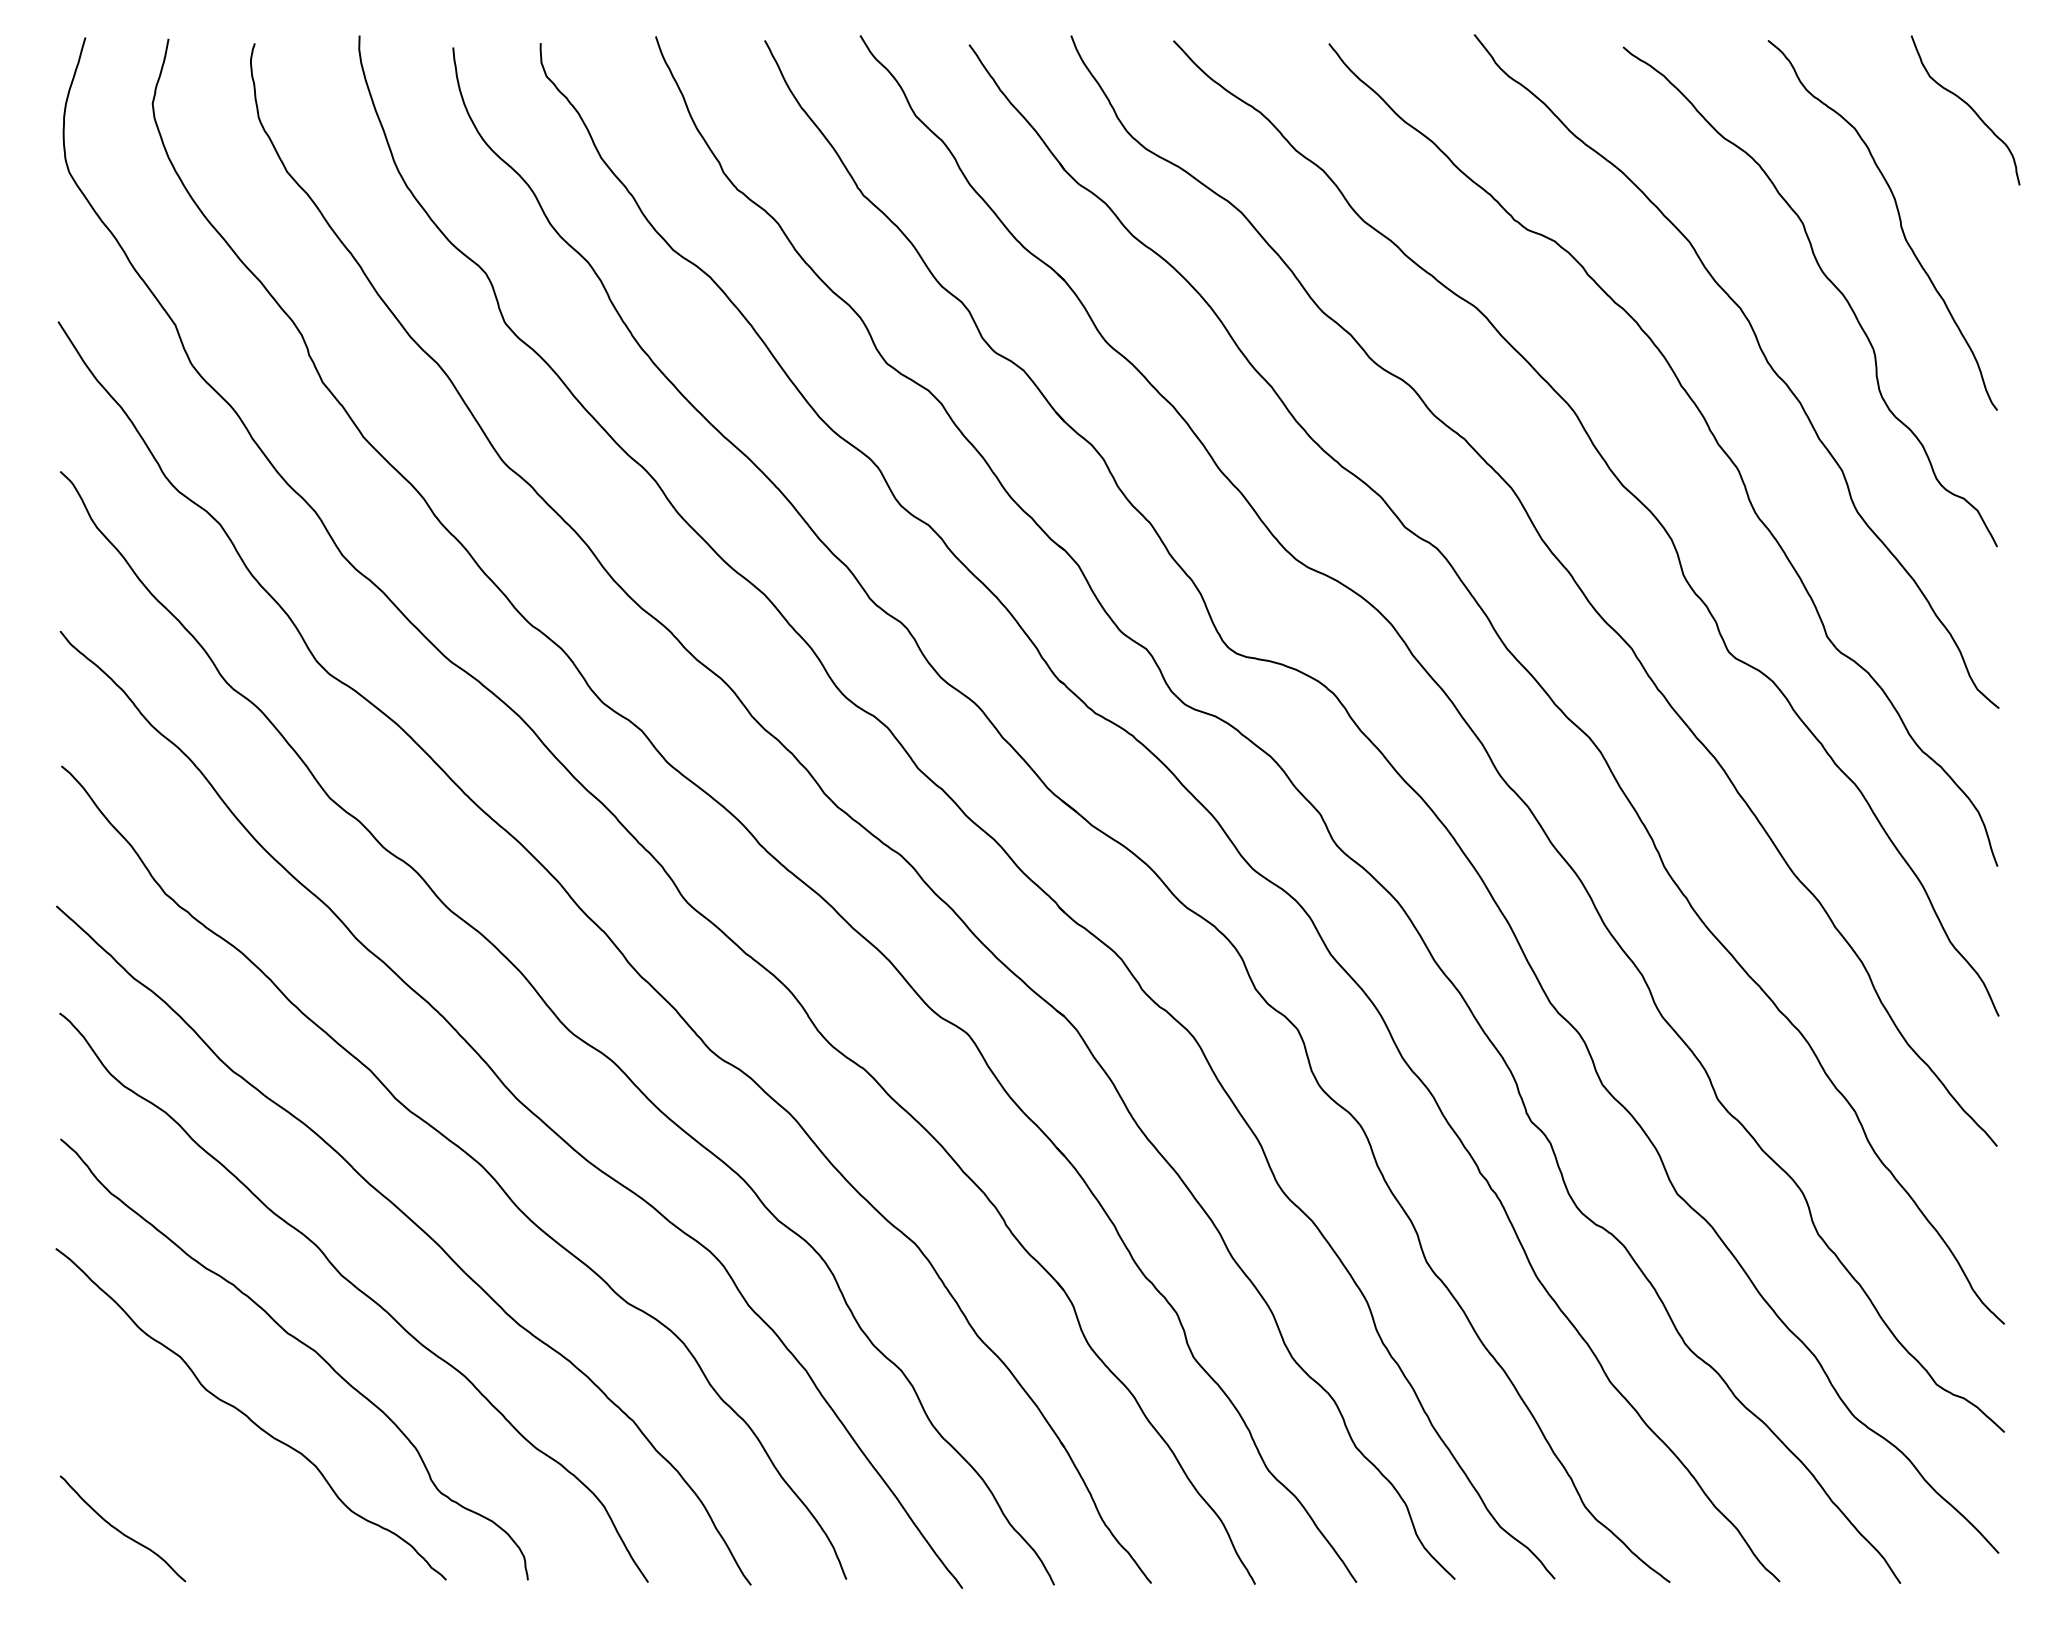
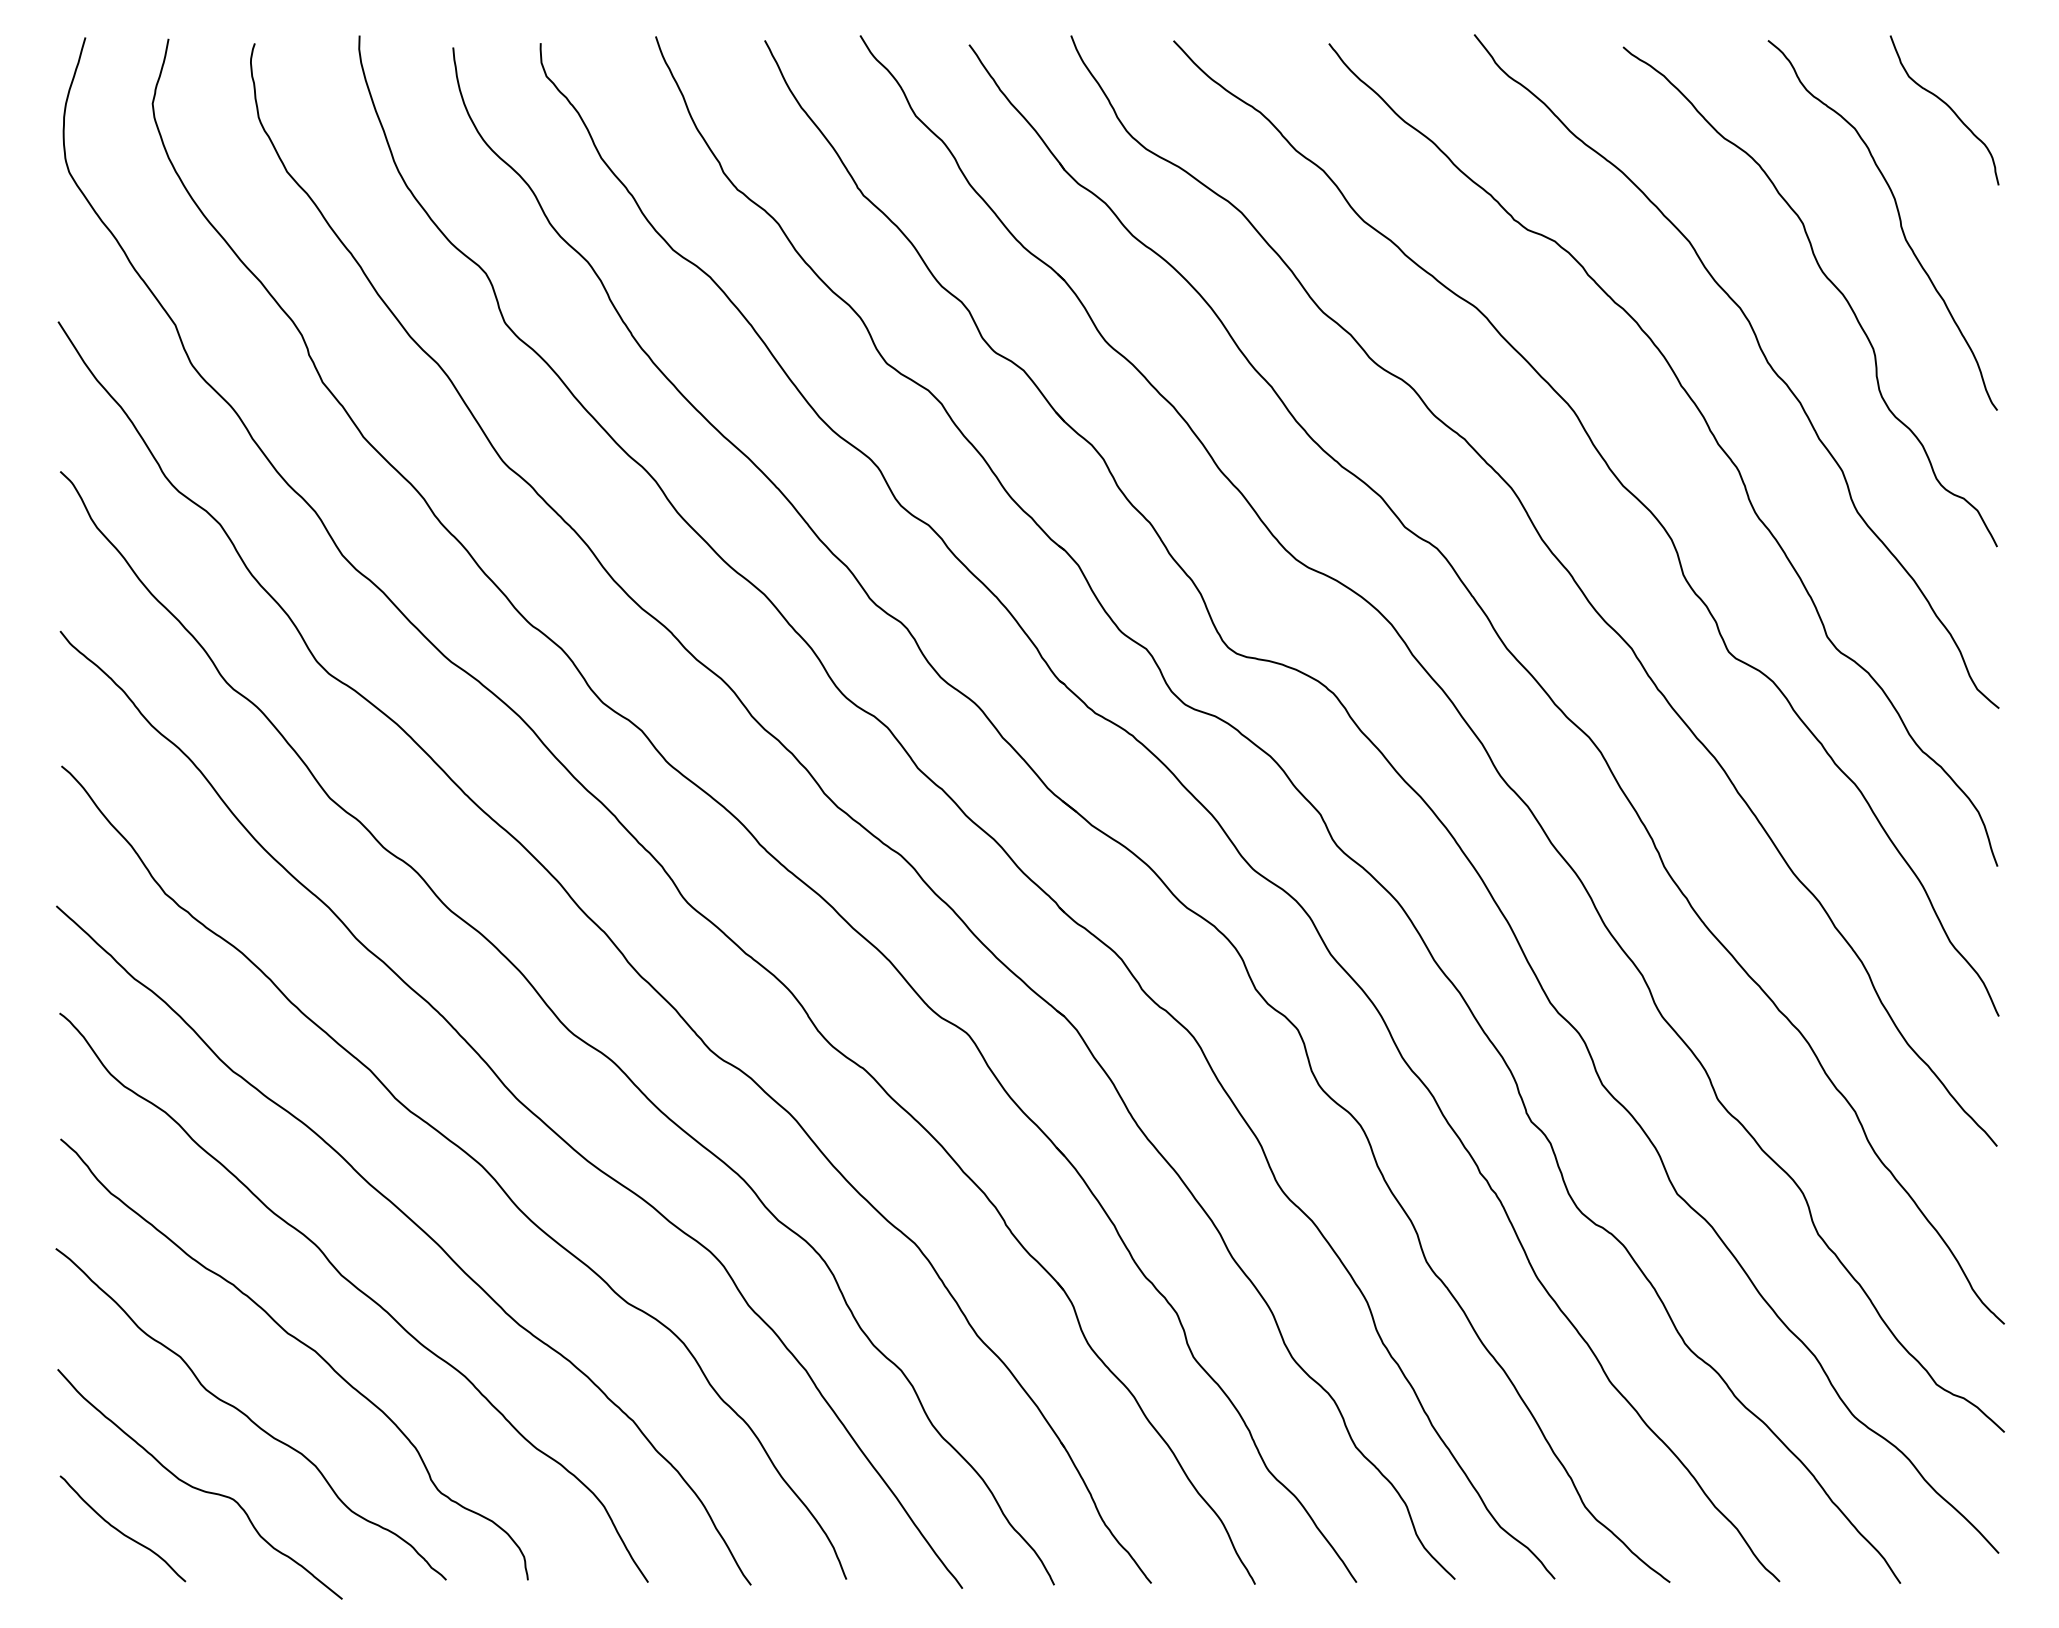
curve at (1968, 106) position: (1968, 106) -> (1947, 106)
curve at (197, 1487): none -> present
